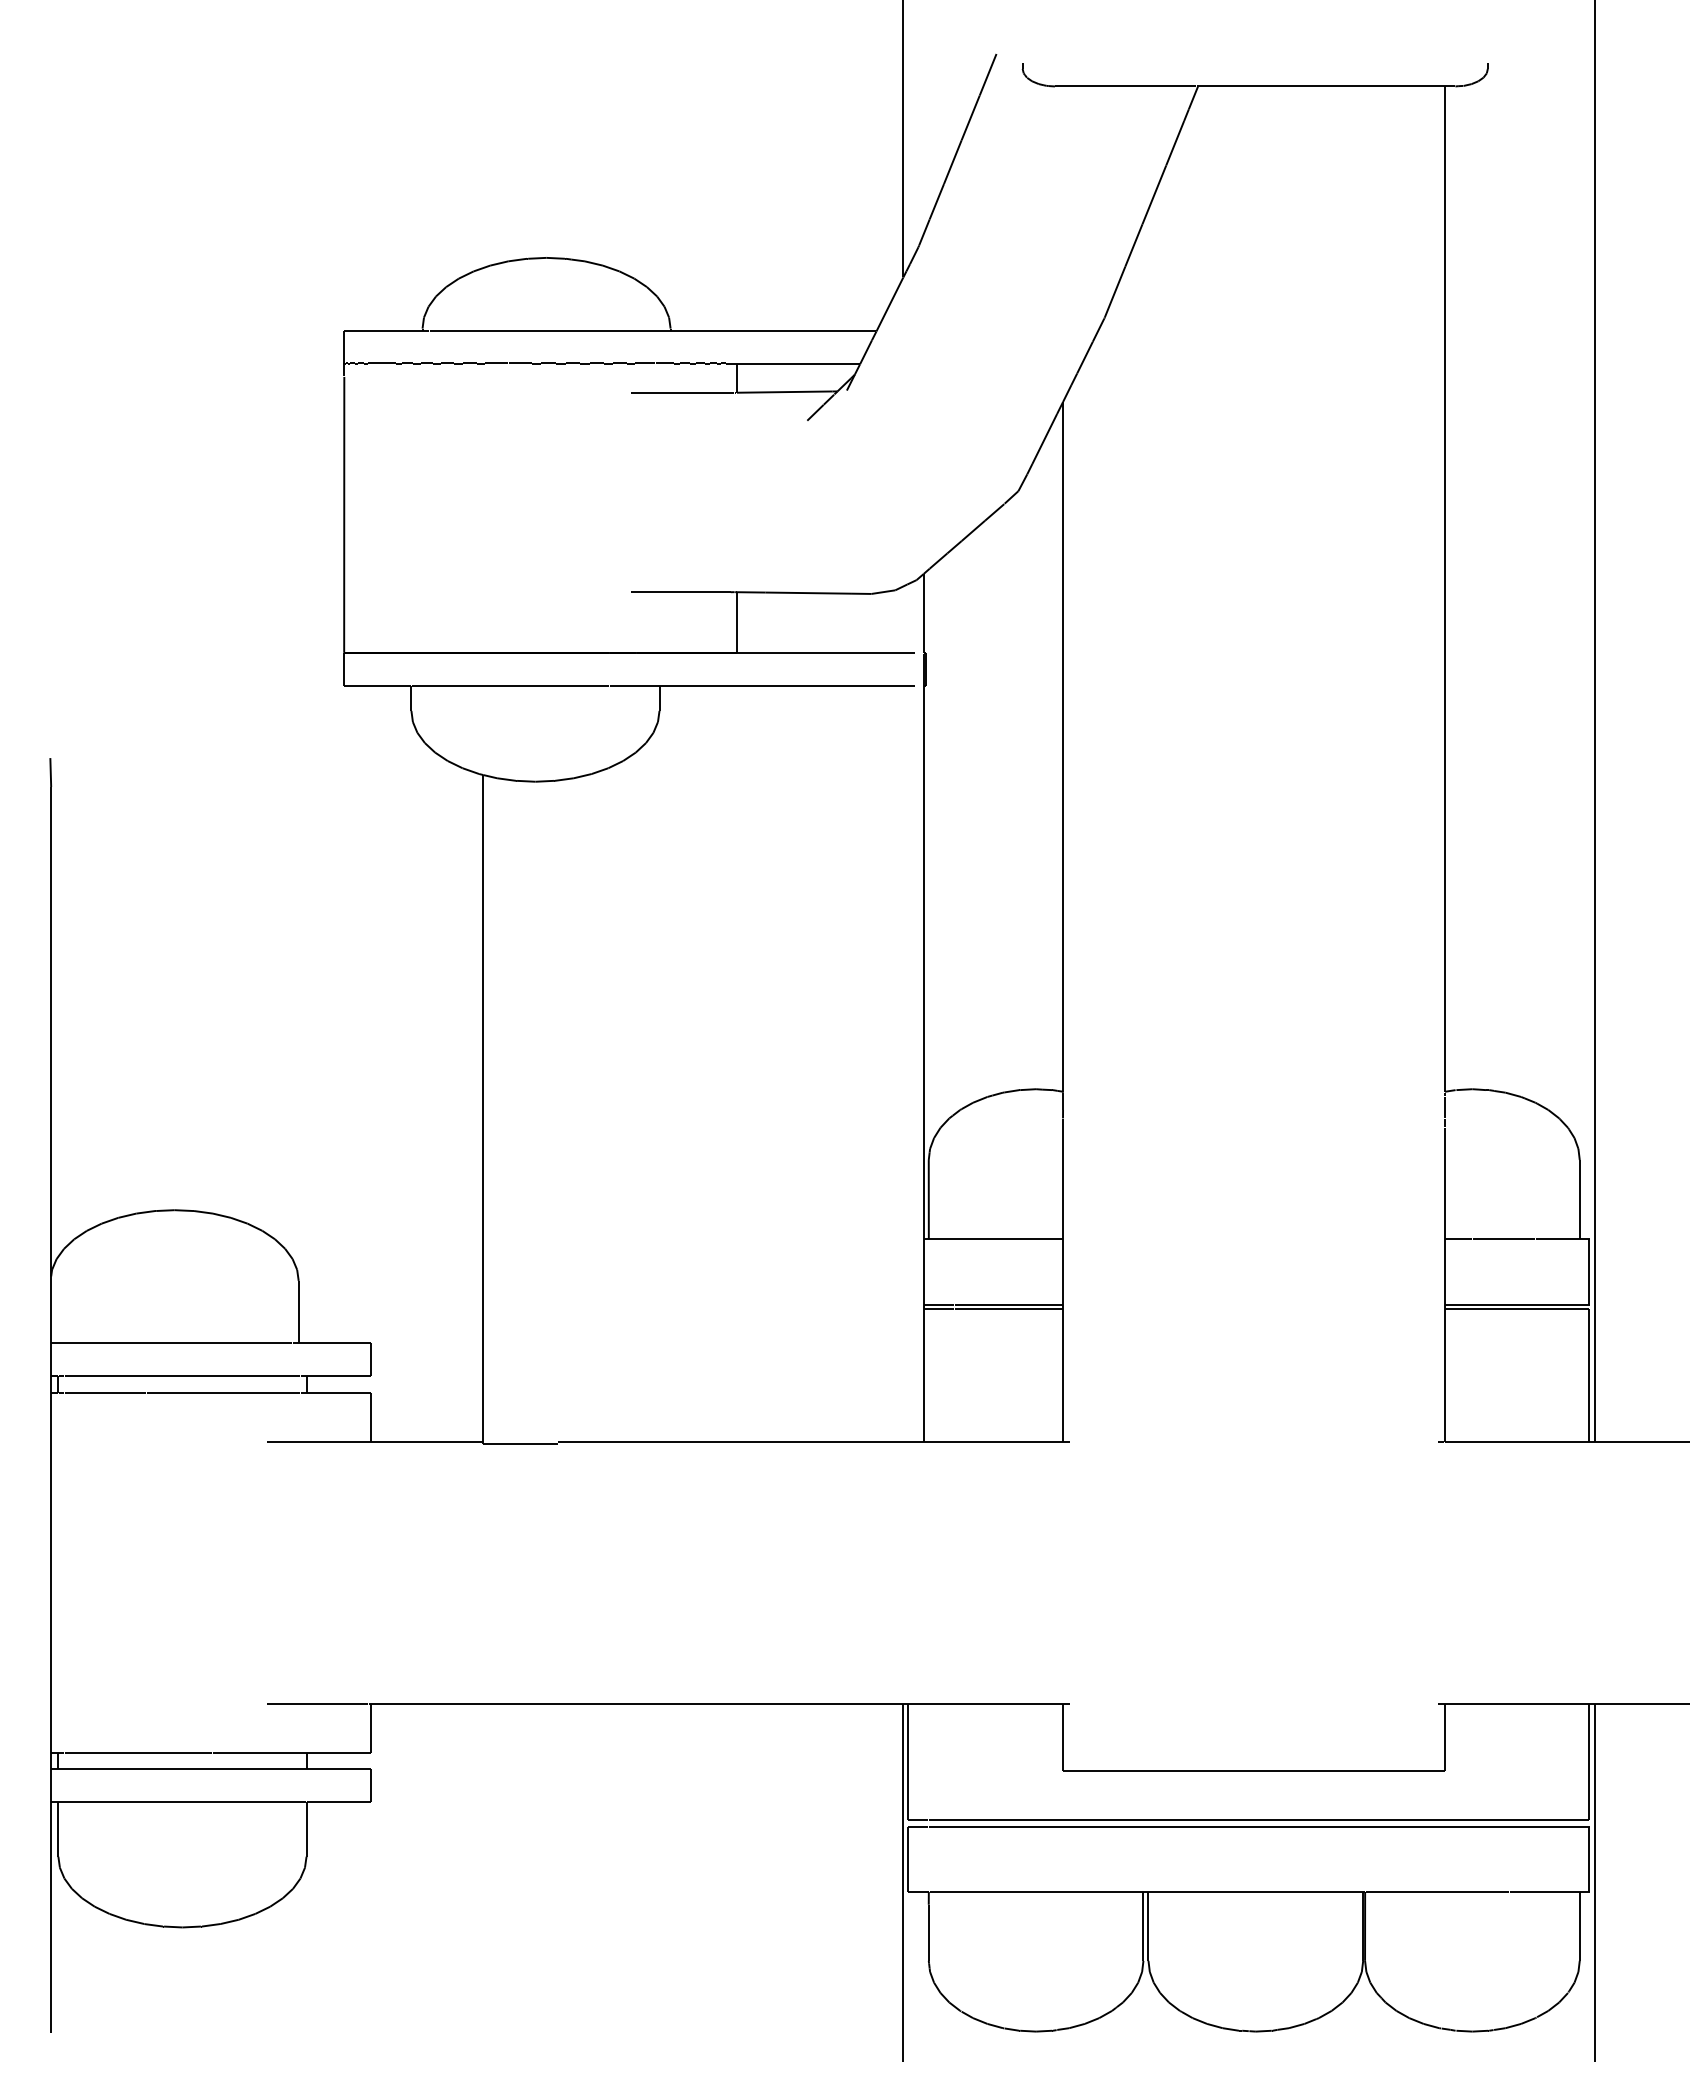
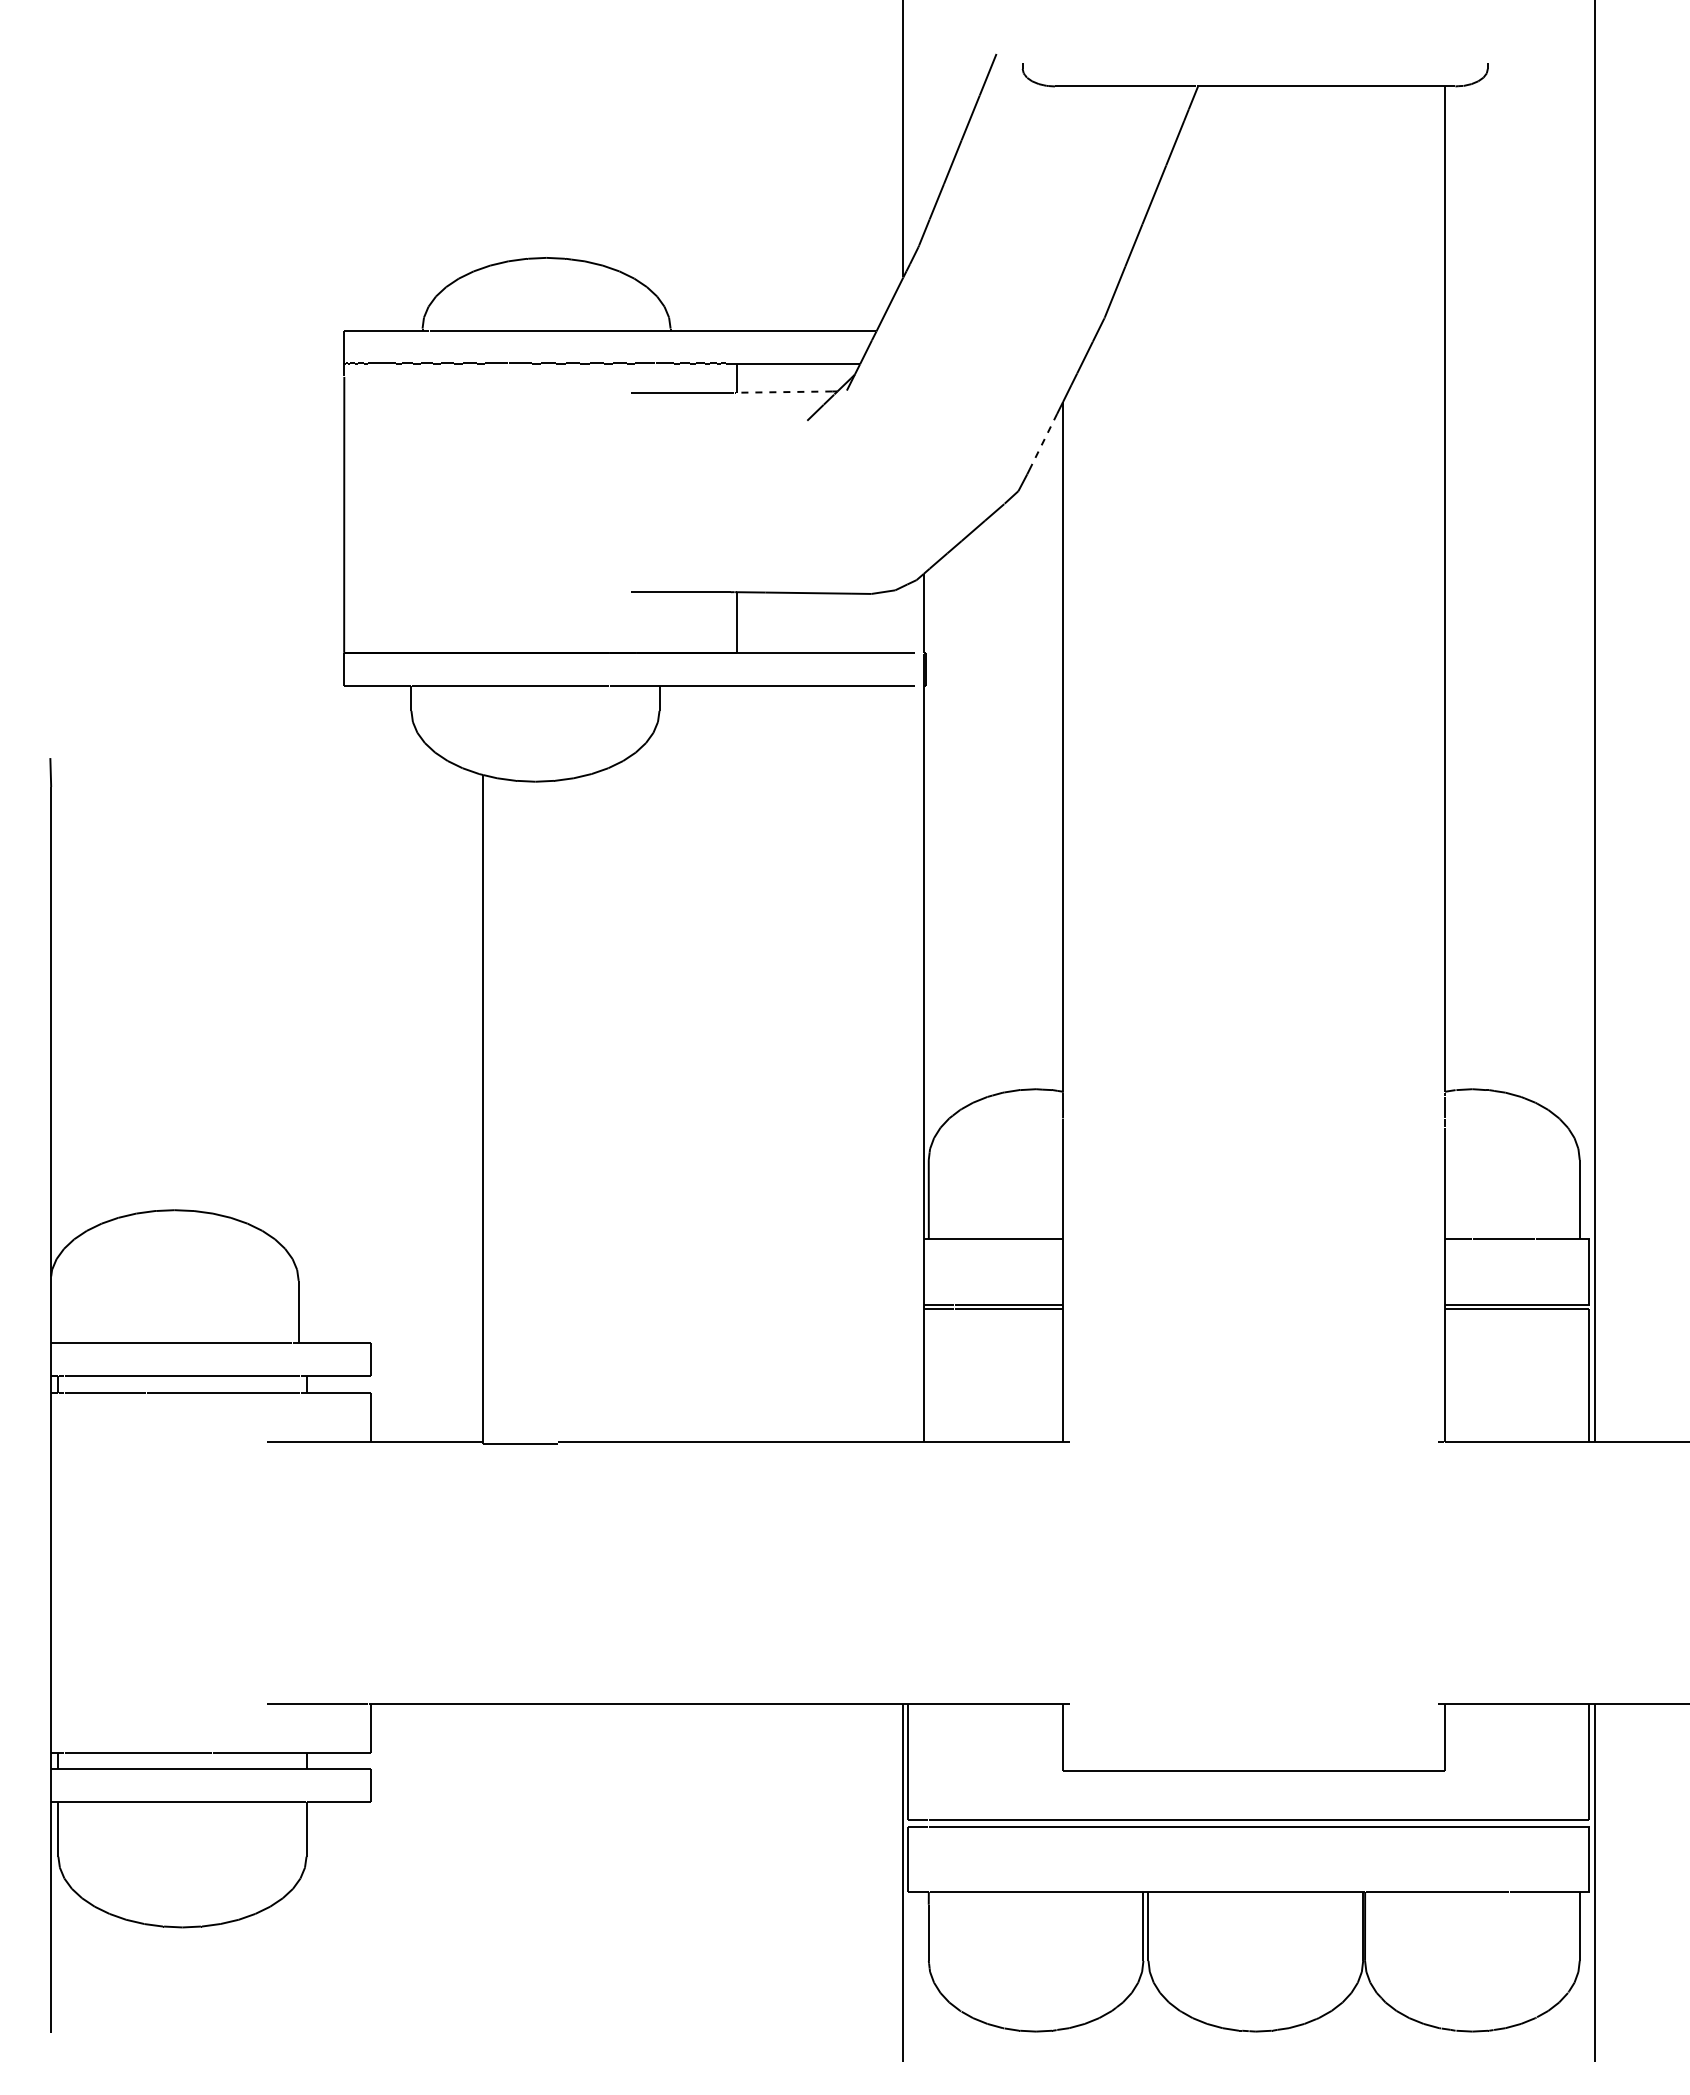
line at (784, 392): solid -> dashed
line at (1044, 438): solid -> dashed
